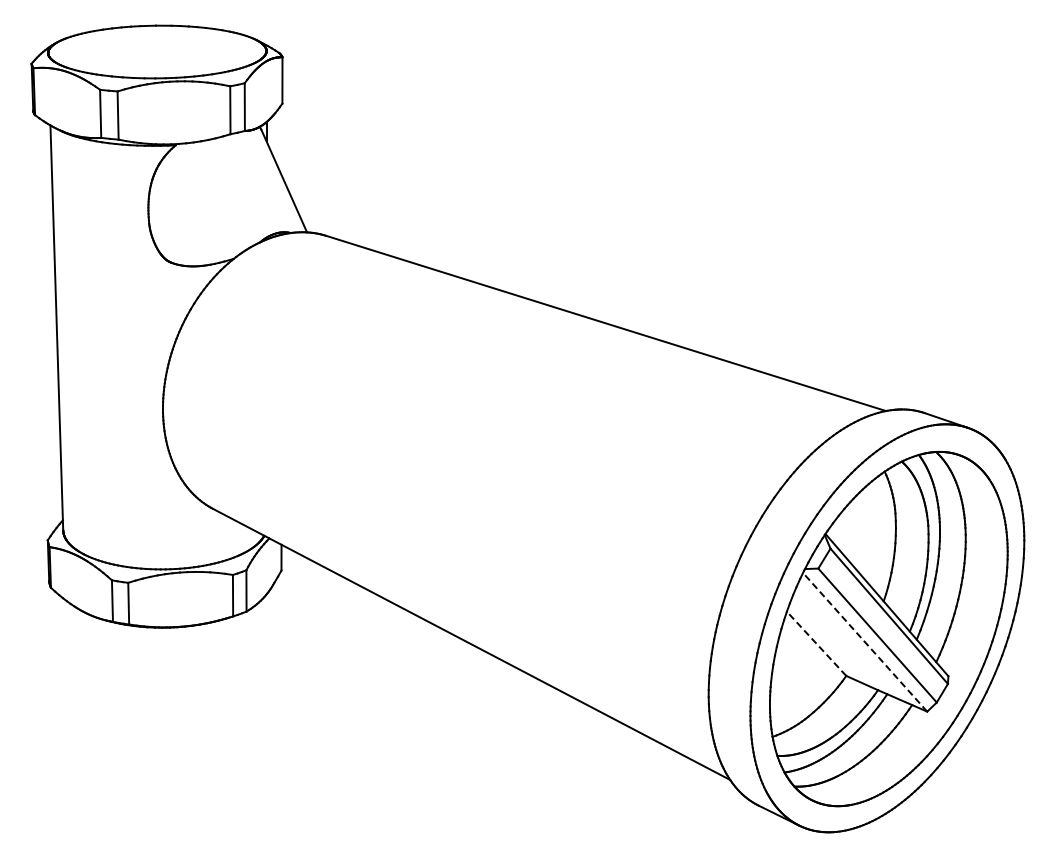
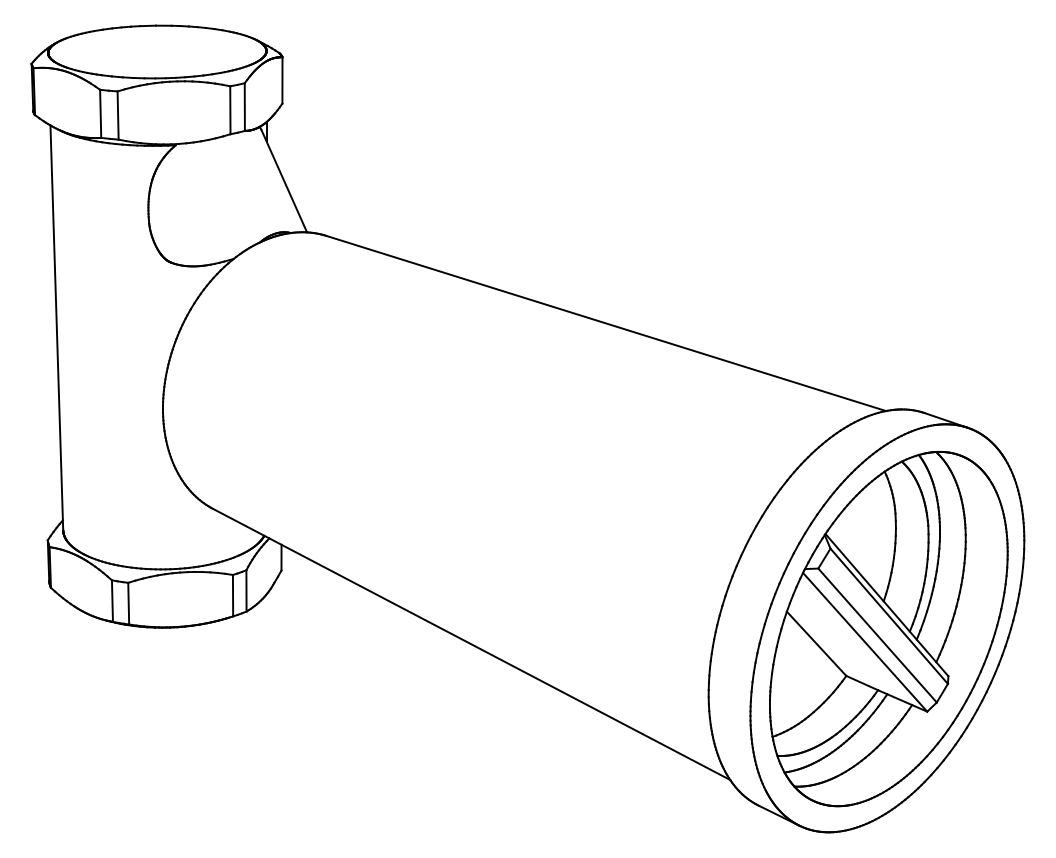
line at (864, 641): dashed -> solid
line at (816, 643): dashed -> solid
